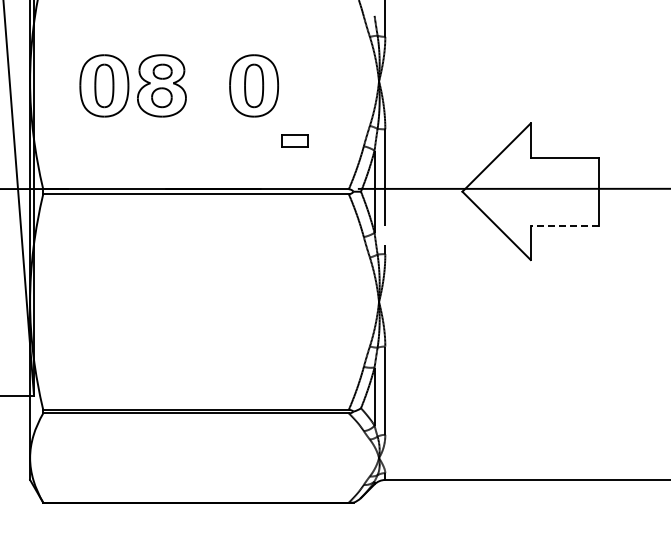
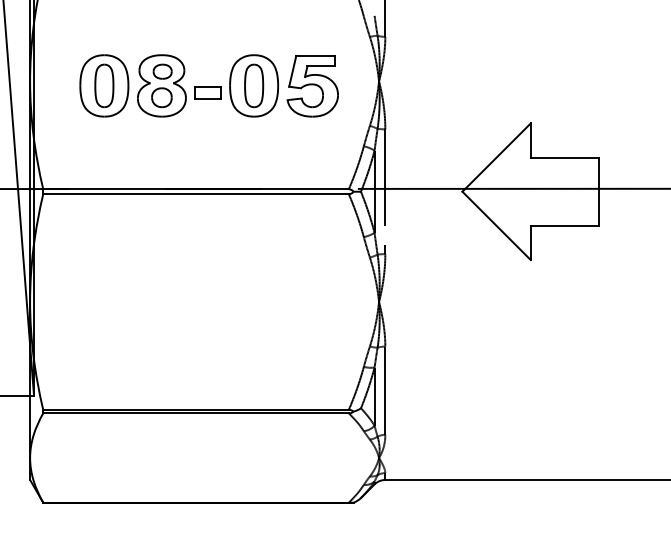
part at (312, 86): none -> present
part at (294, 140) position: (294, 140) -> (207, 92)
line at (564, 225): dashed -> solid
